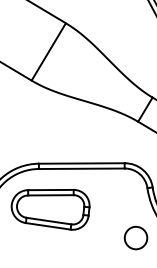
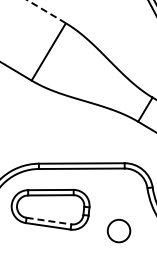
line at (46, 11): solid -> dashed
line at (48, 221): solid -> dashed
circle at (135, 237) position: (135, 237) -> (118, 230)
